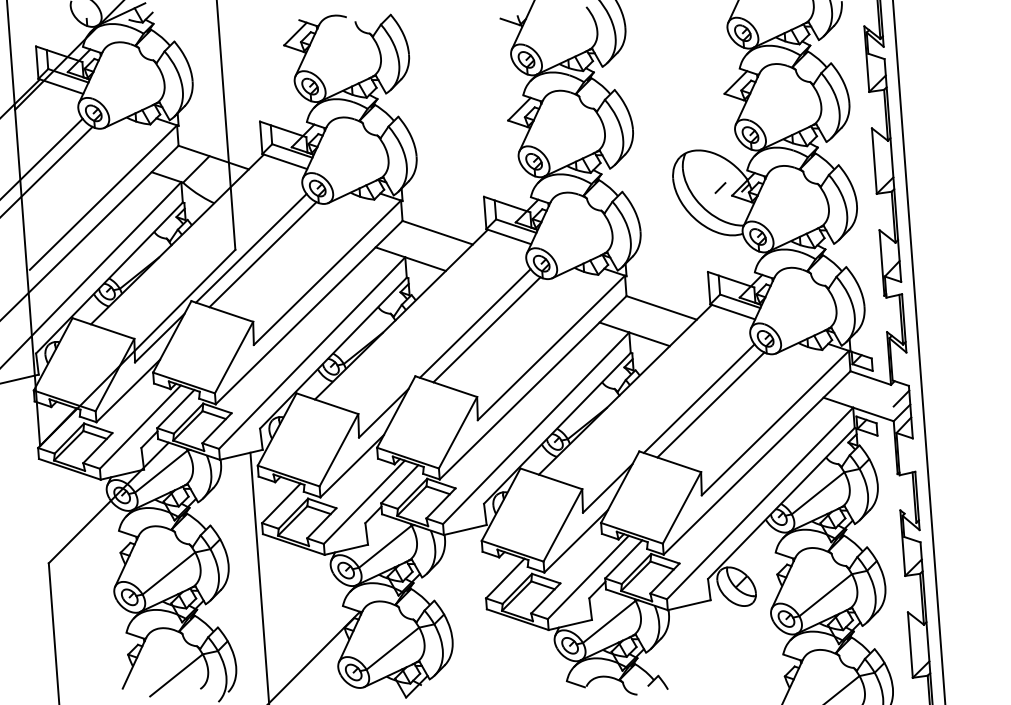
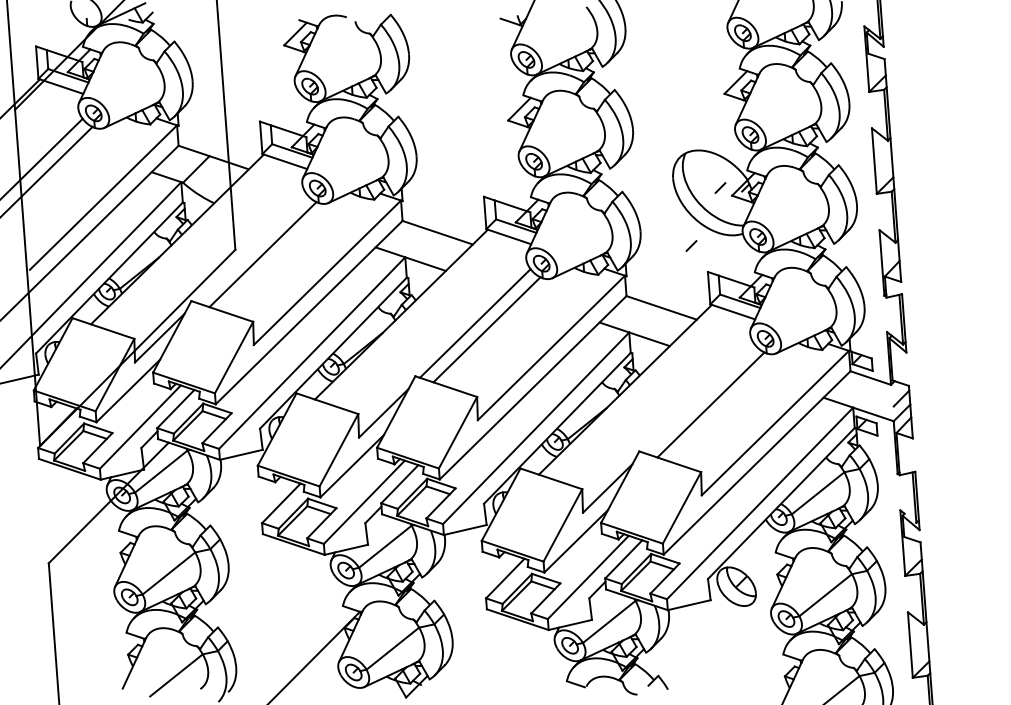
line at (691, 245): none -> present
line at (250, 247): present -> none
line at (919, 351): present -> none
line at (698, 398): present -> none
line at (259, 576): present -> none
